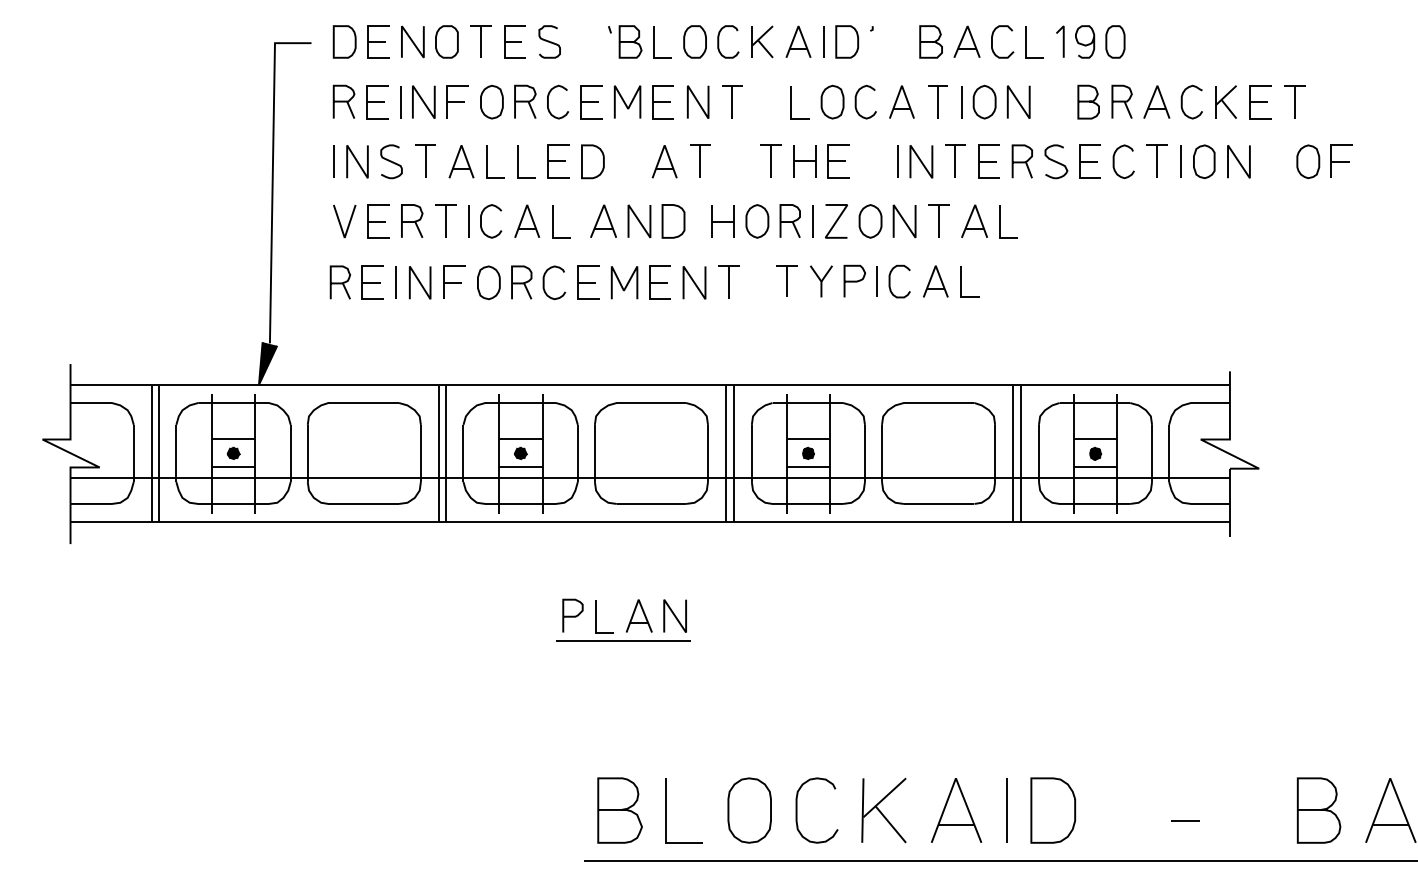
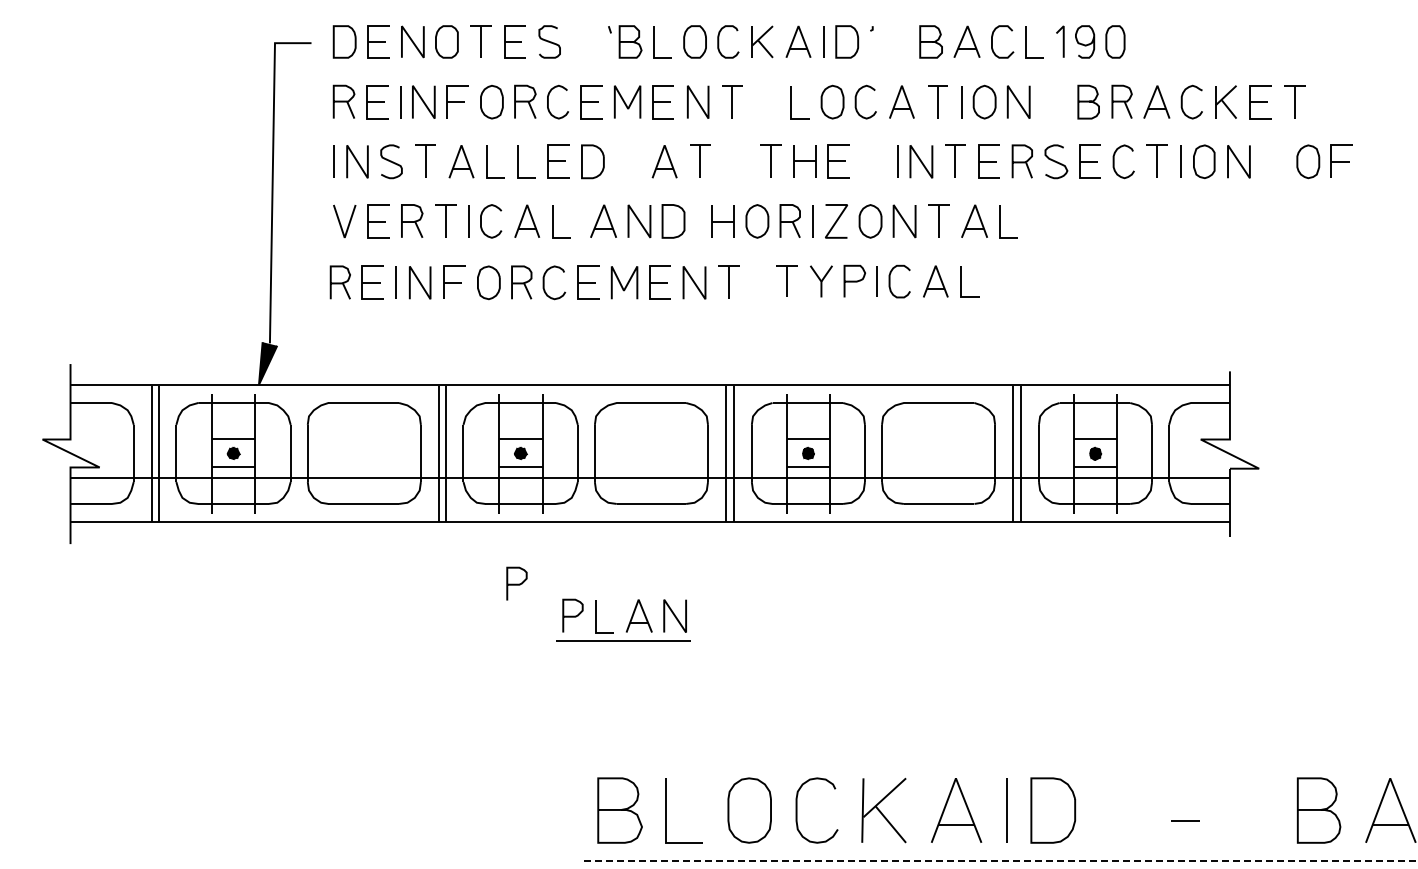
curve at (516, 583): none -> present
line at (1000, 861): solid -> dashed
